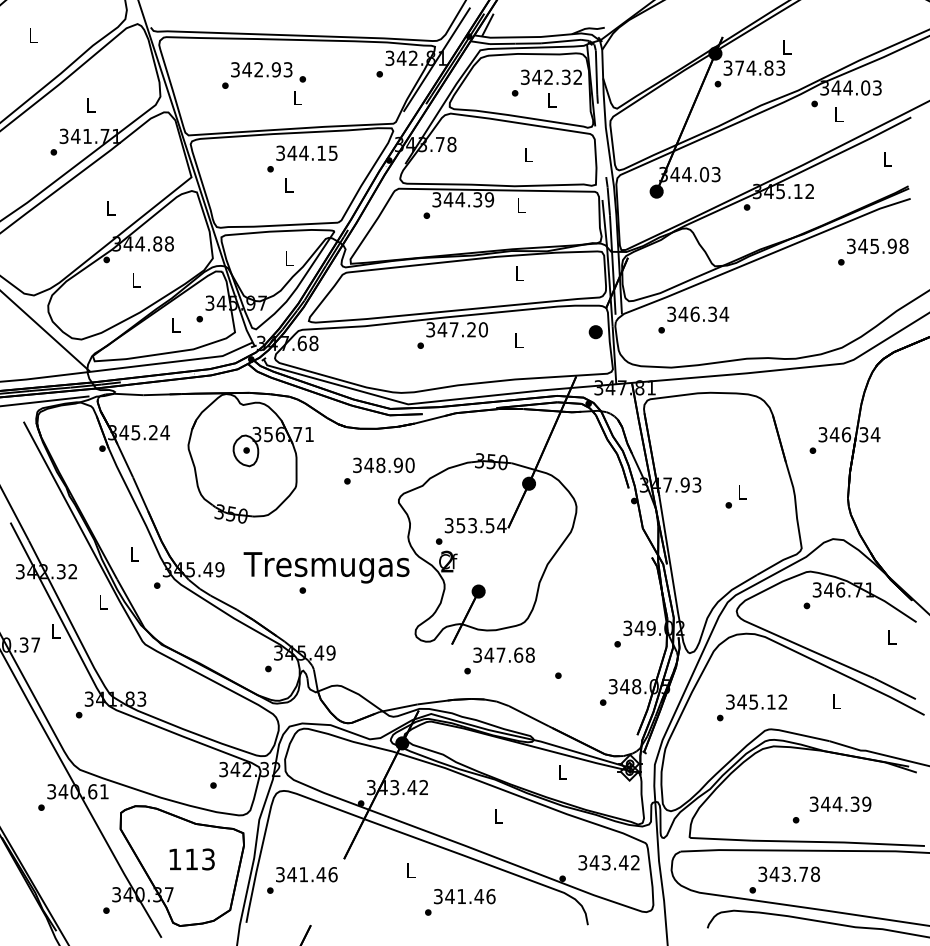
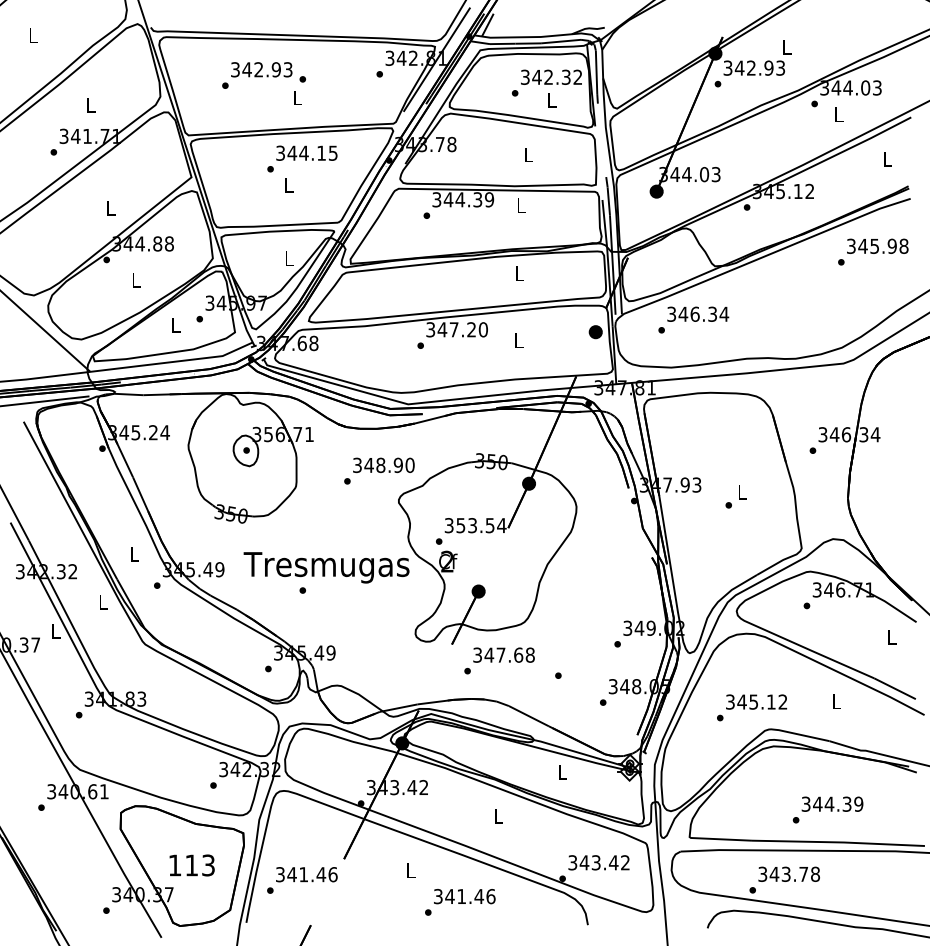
text at (753, 67): 374.83 -> 342.93
text at (840, 803) position: (840, 803) -> (832, 803)
text at (191, 859) position: (191, 859) -> (191, 865)
text at (608, 862) position: (608, 862) -> (598, 862)
